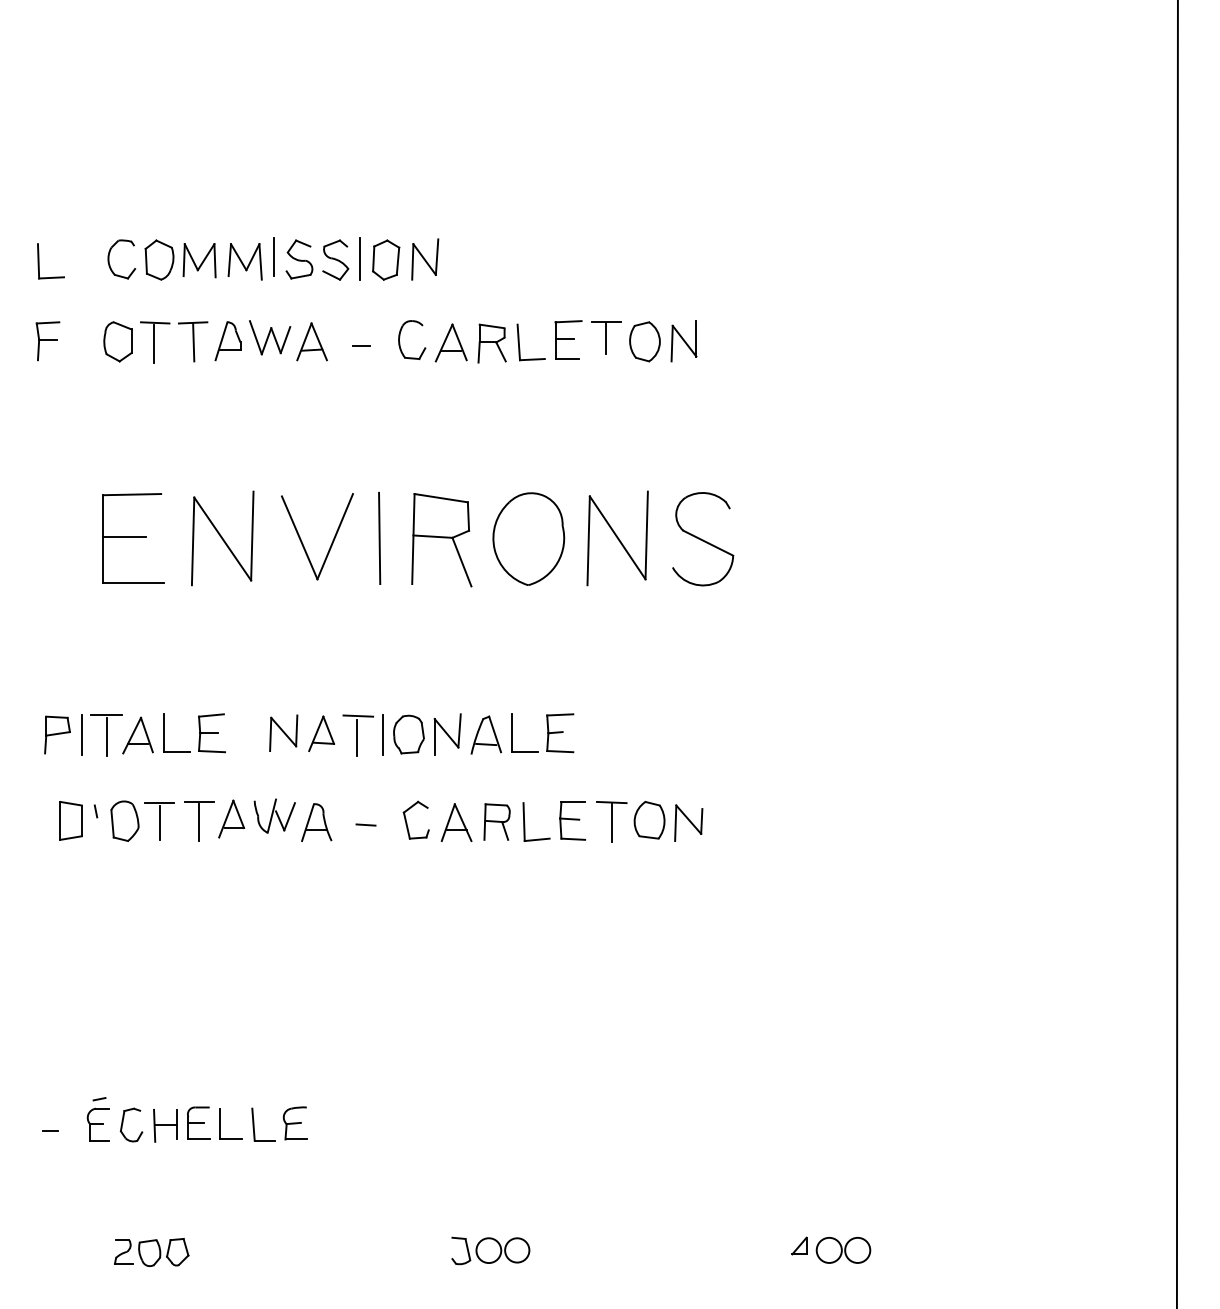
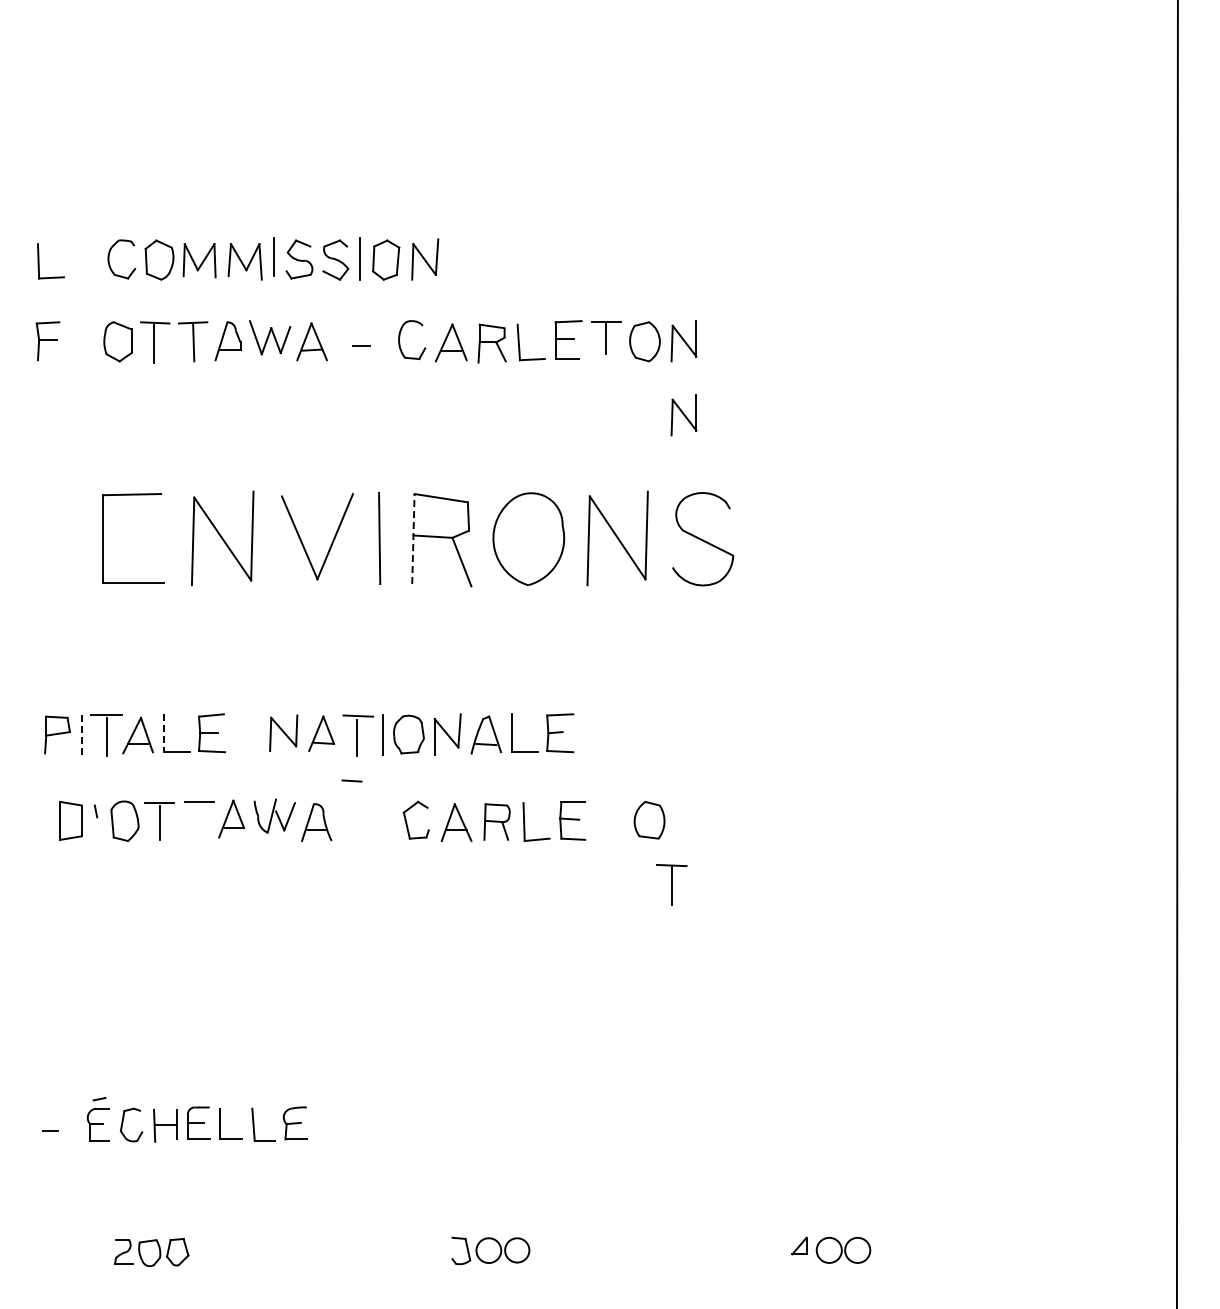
part at (683, 415): none -> present
line at (124, 536): present -> none
line at (413, 538): solid -> dashed
line at (163, 733): solid -> dashed
line at (81, 735): solid -> dashed
part at (611, 821) position: (611, 821) -> (671, 884)
line at (199, 822): present -> none
part at (688, 822): present -> none
line at (365, 824) position: (365, 824) -> (351, 780)
